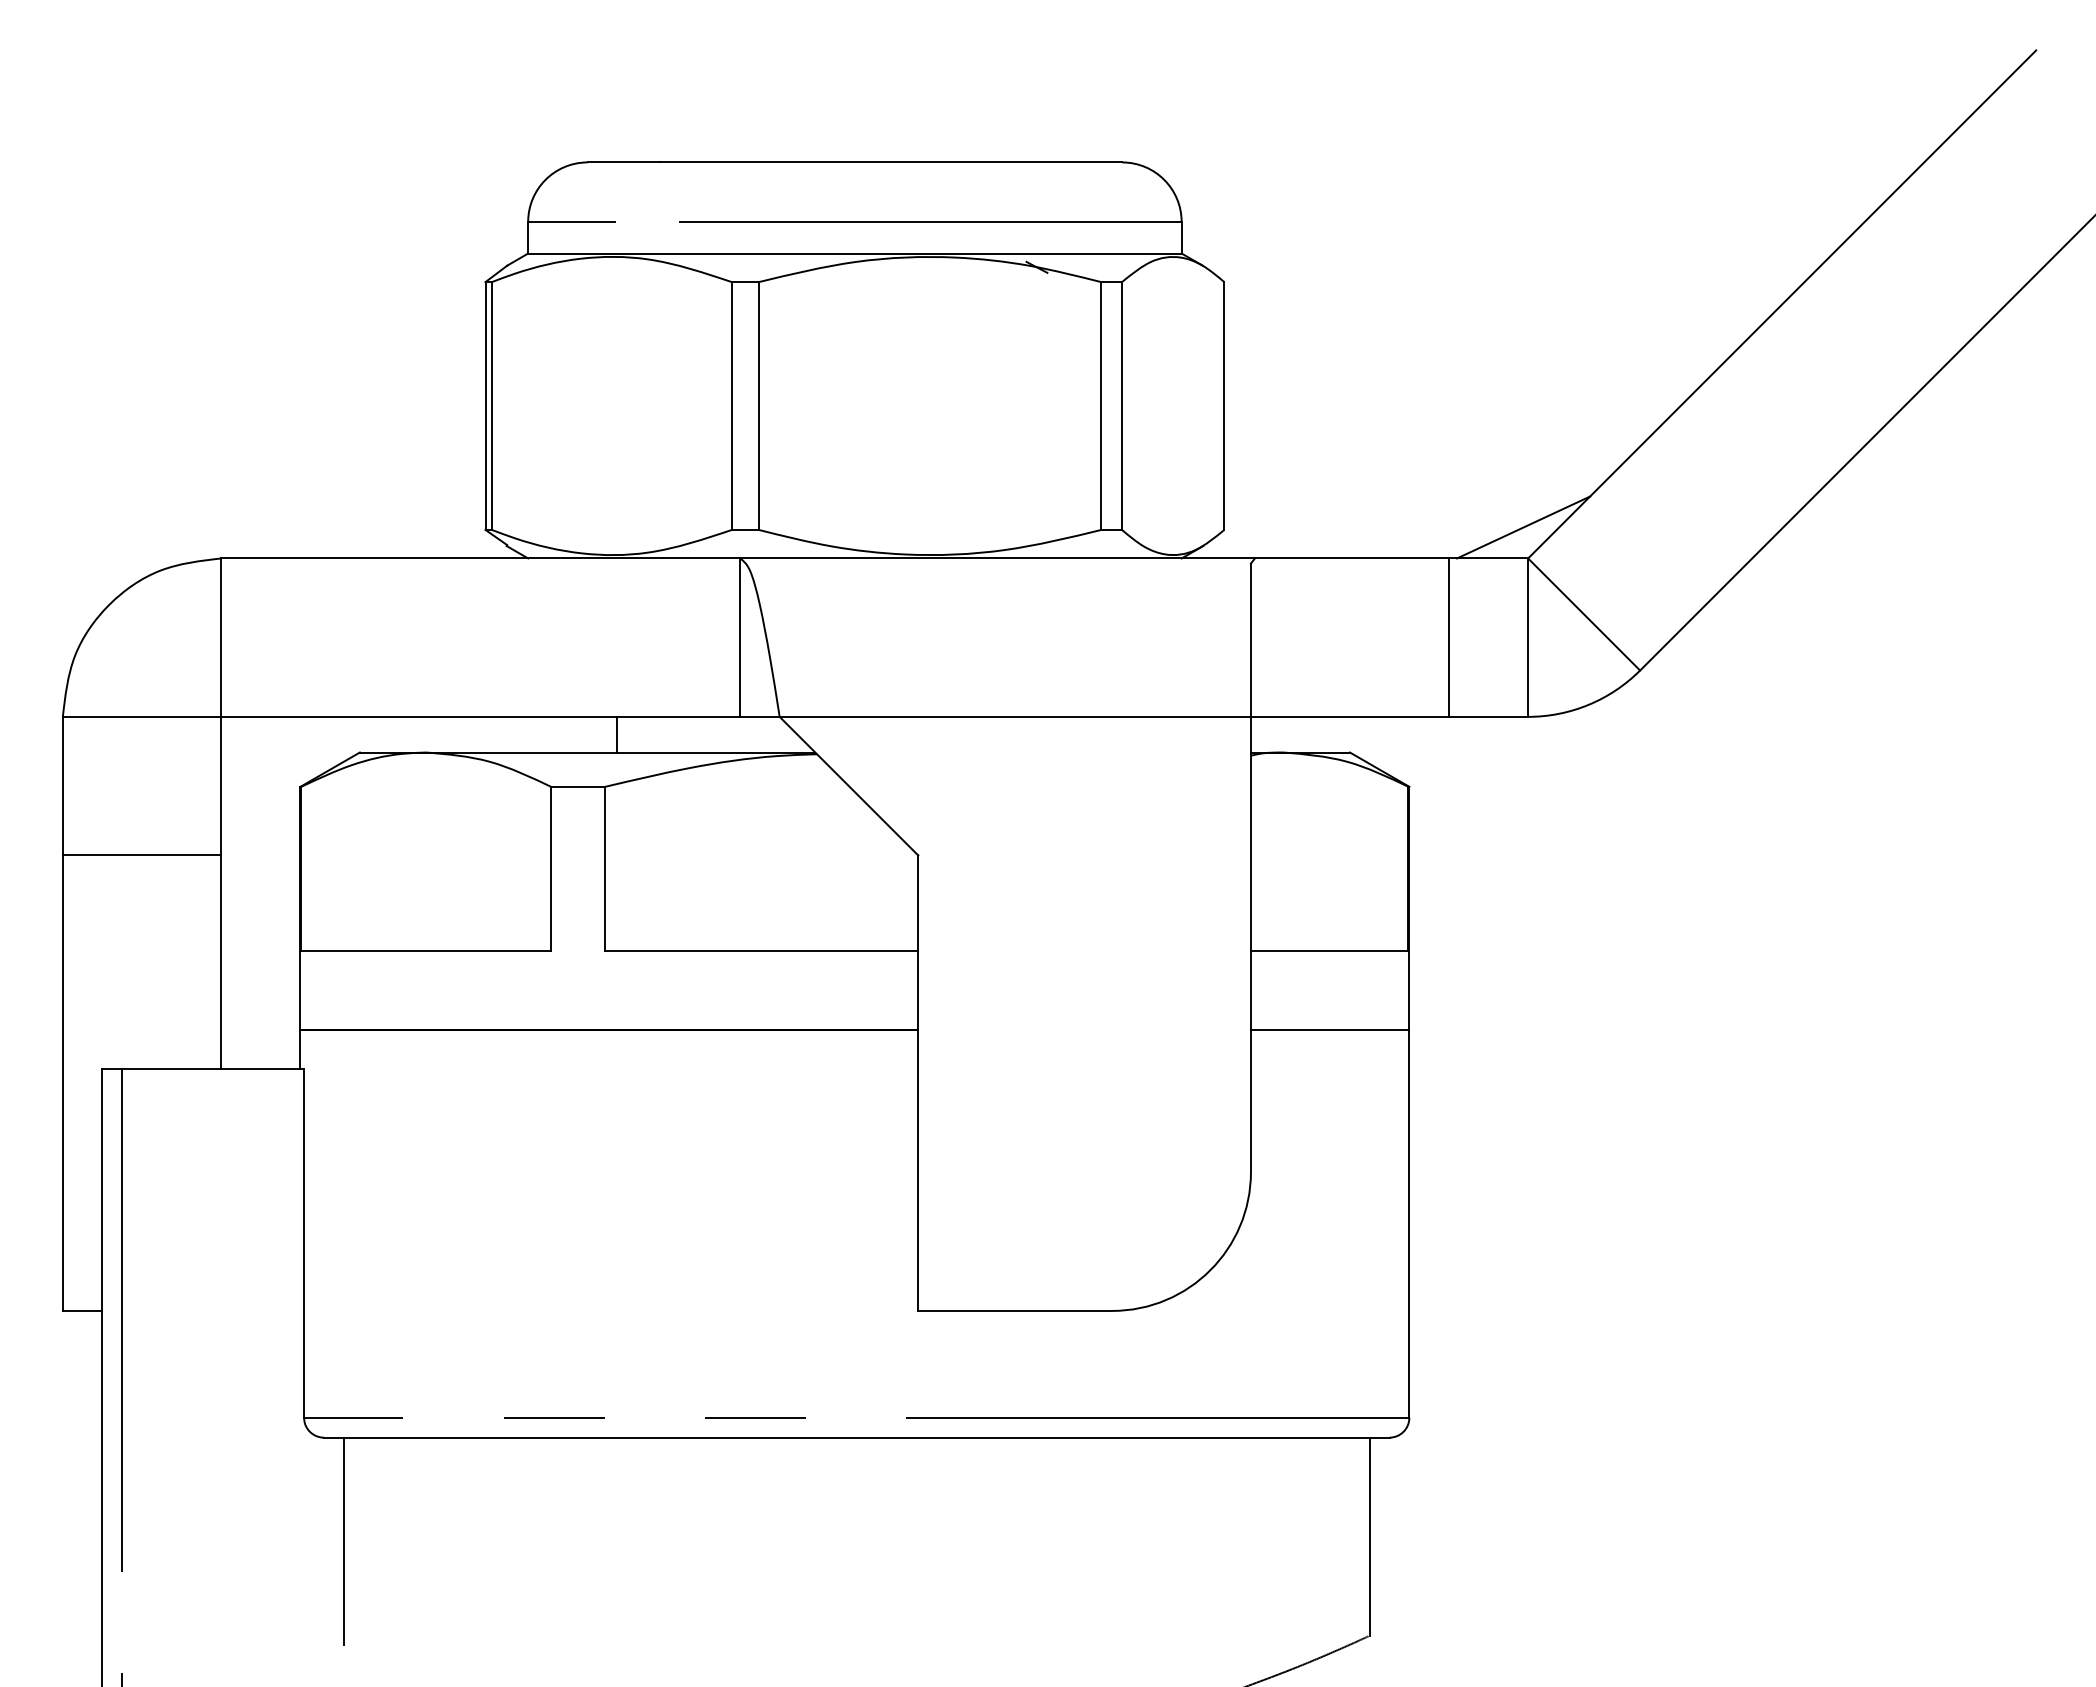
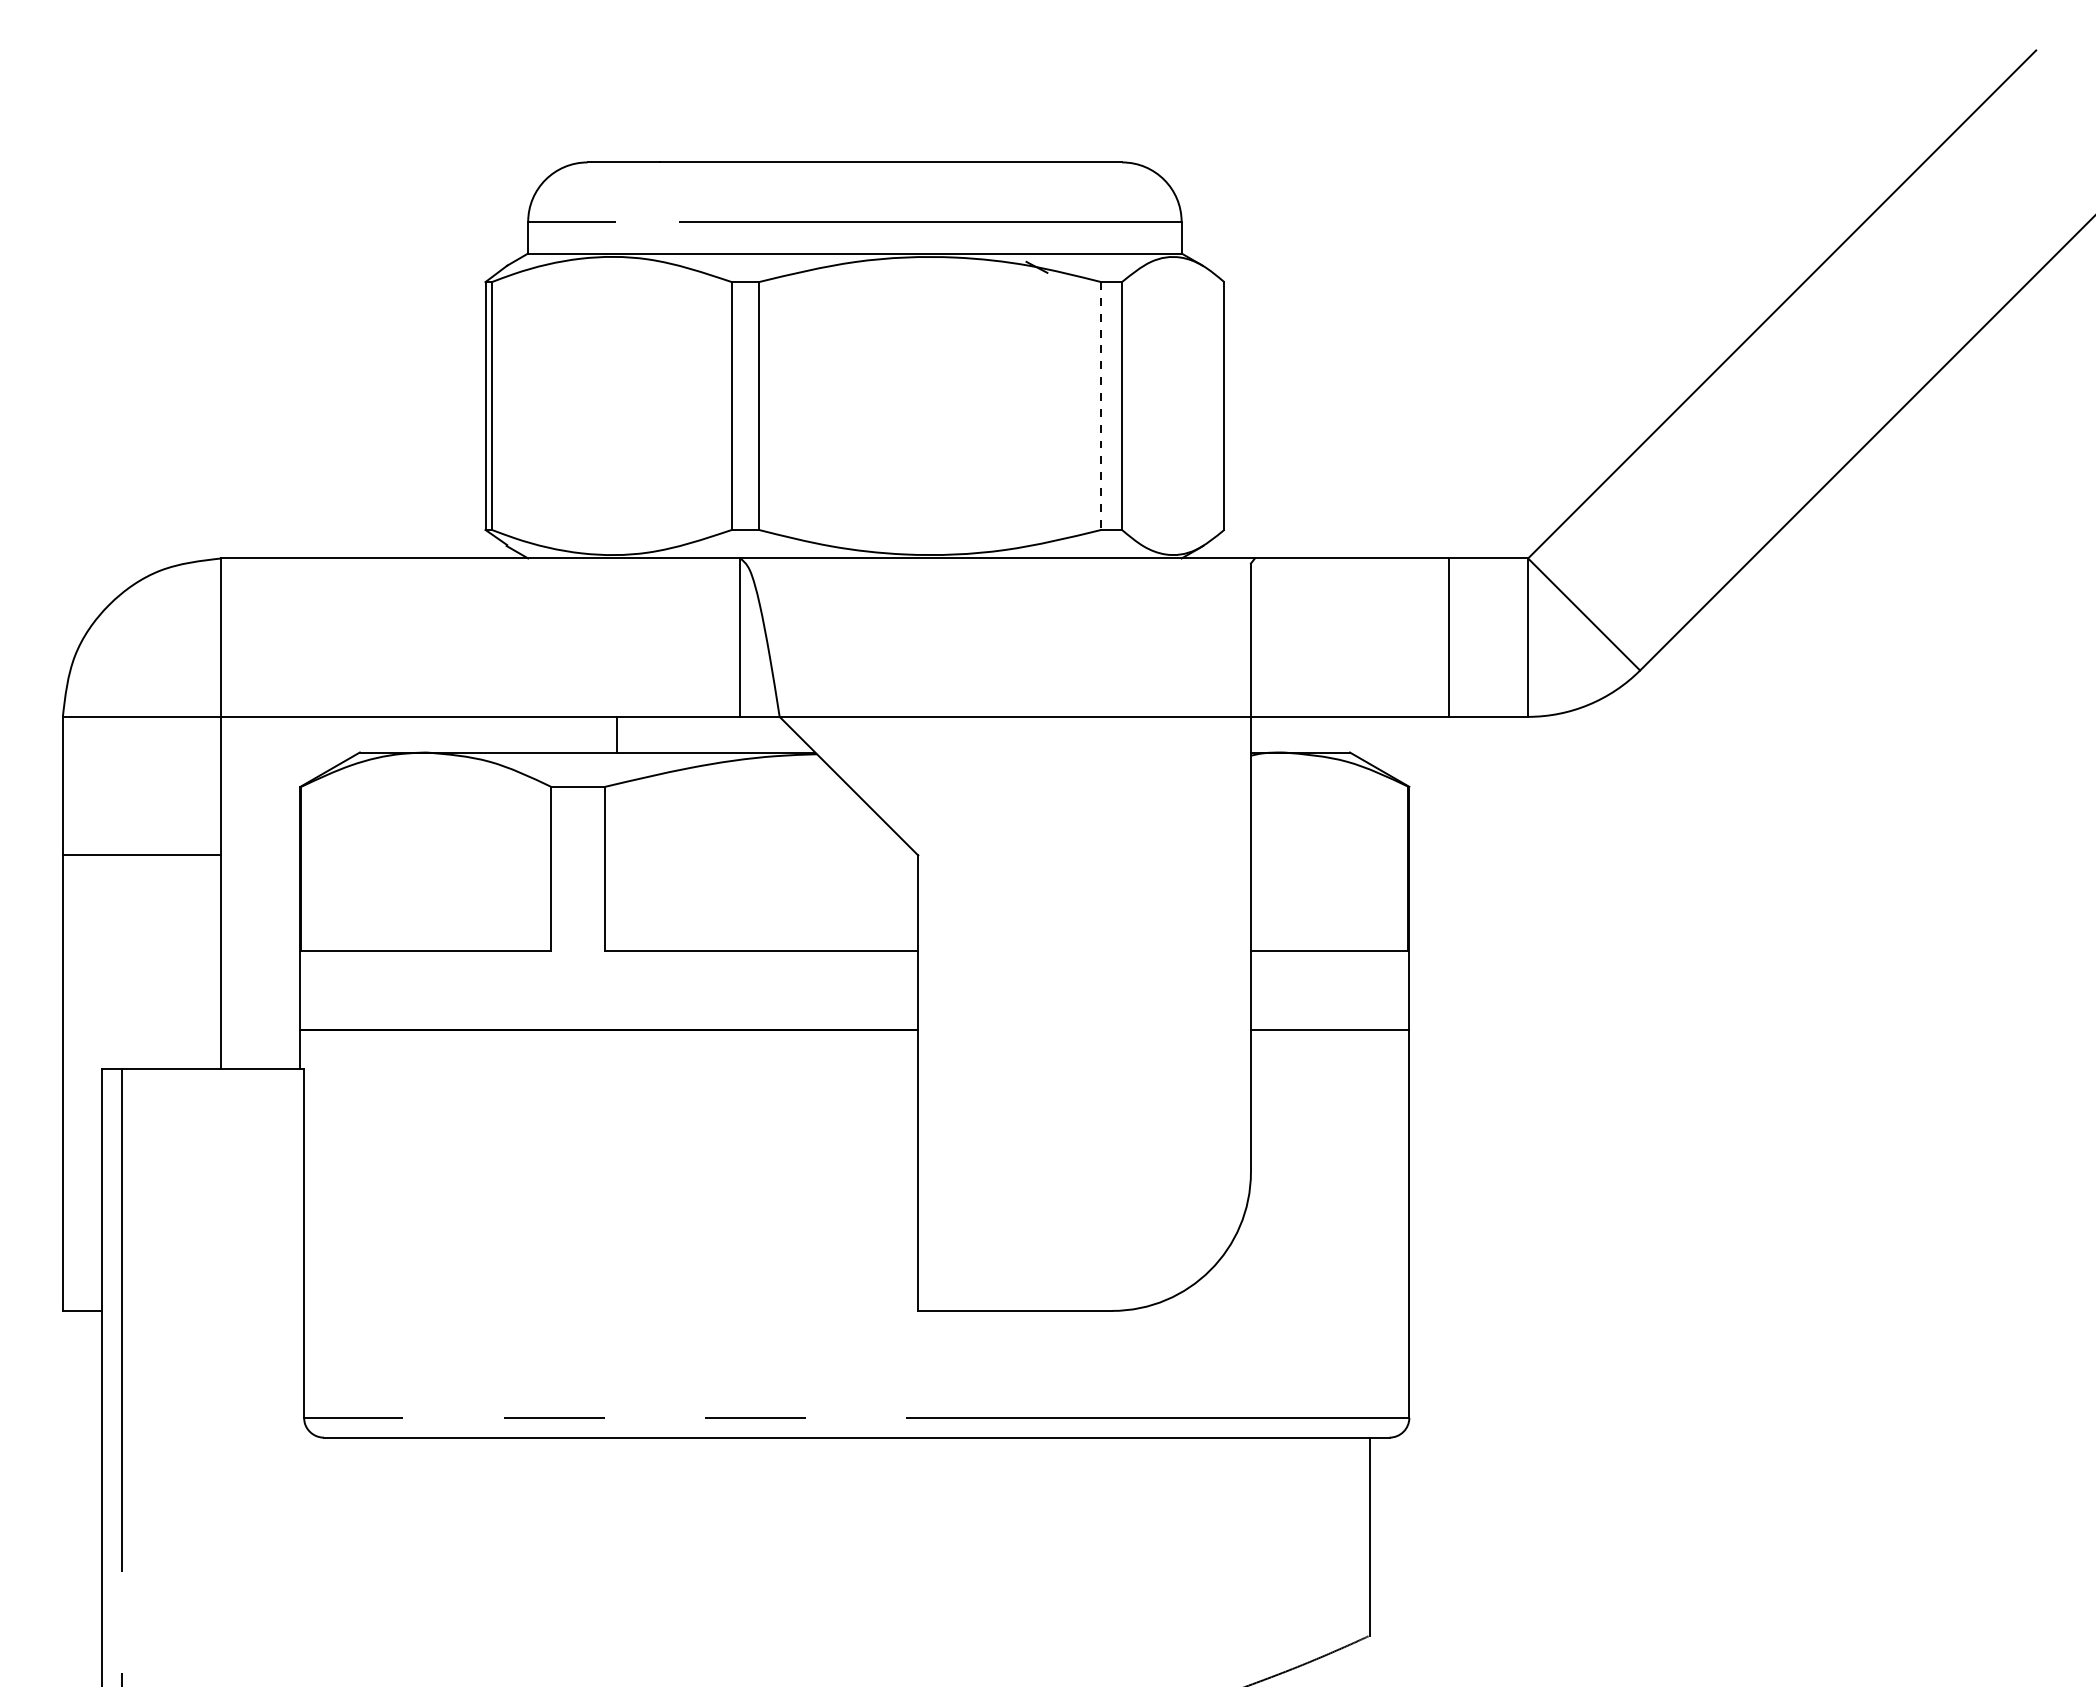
line at (1101, 406): solid -> dashed
line at (1523, 527): present -> none
line at (344, 1541): present -> none
